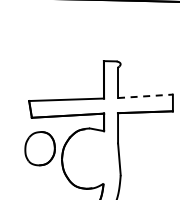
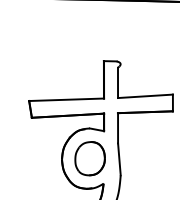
line at (145, 96): dashed -> solid
part at (39, 148) position: (39, 148) -> (89, 158)
